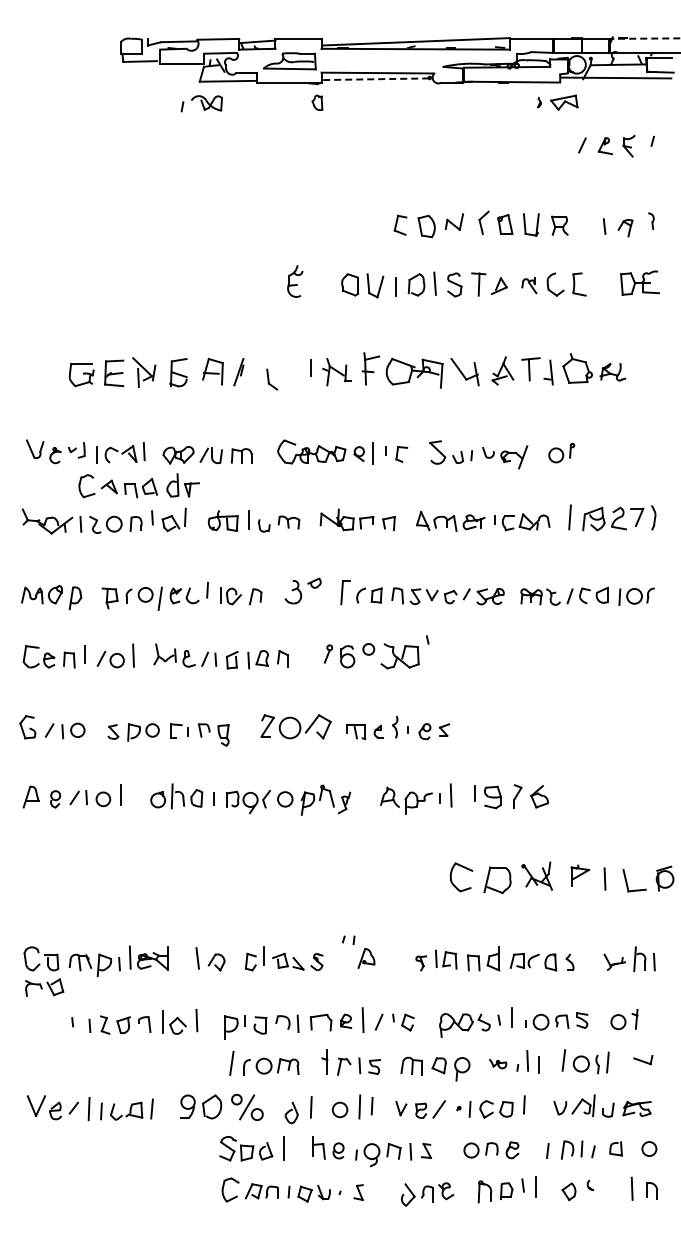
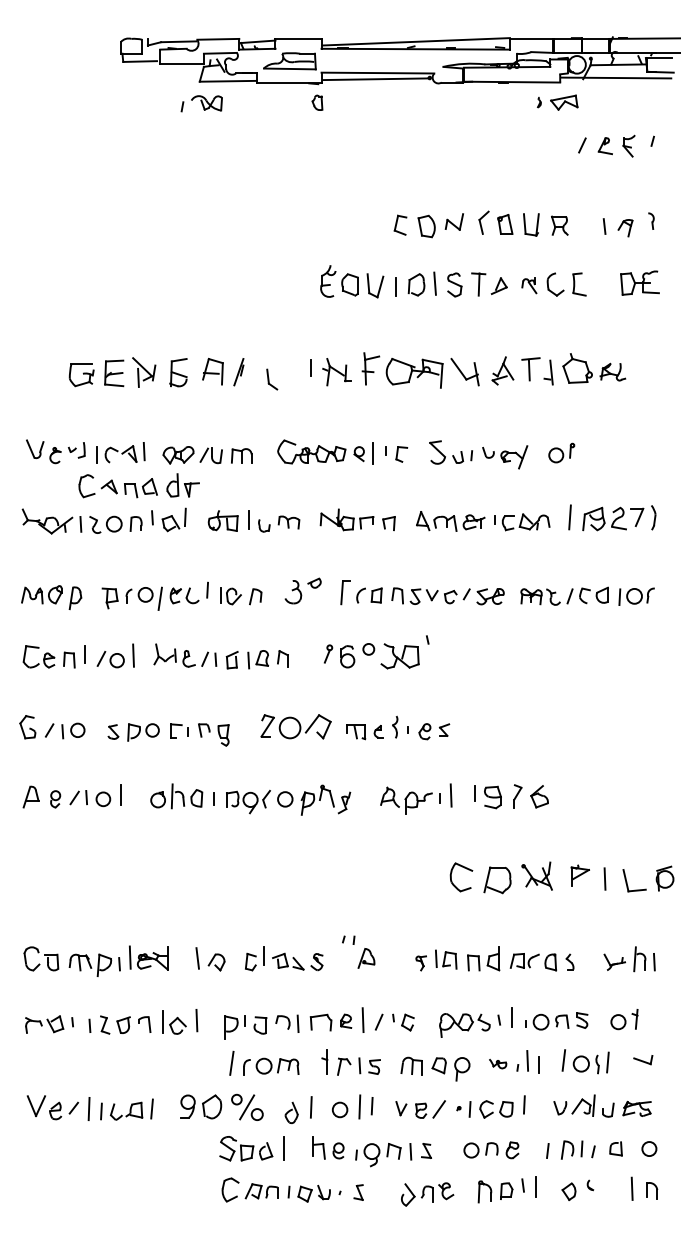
line at (644, 38): dashed -> solid
line at (375, 79): dashed -> solid
part at (295, 281) position: (295, 281) -> (328, 281)
part at (44, 987) position: (44, 987) -> (44, 1024)
